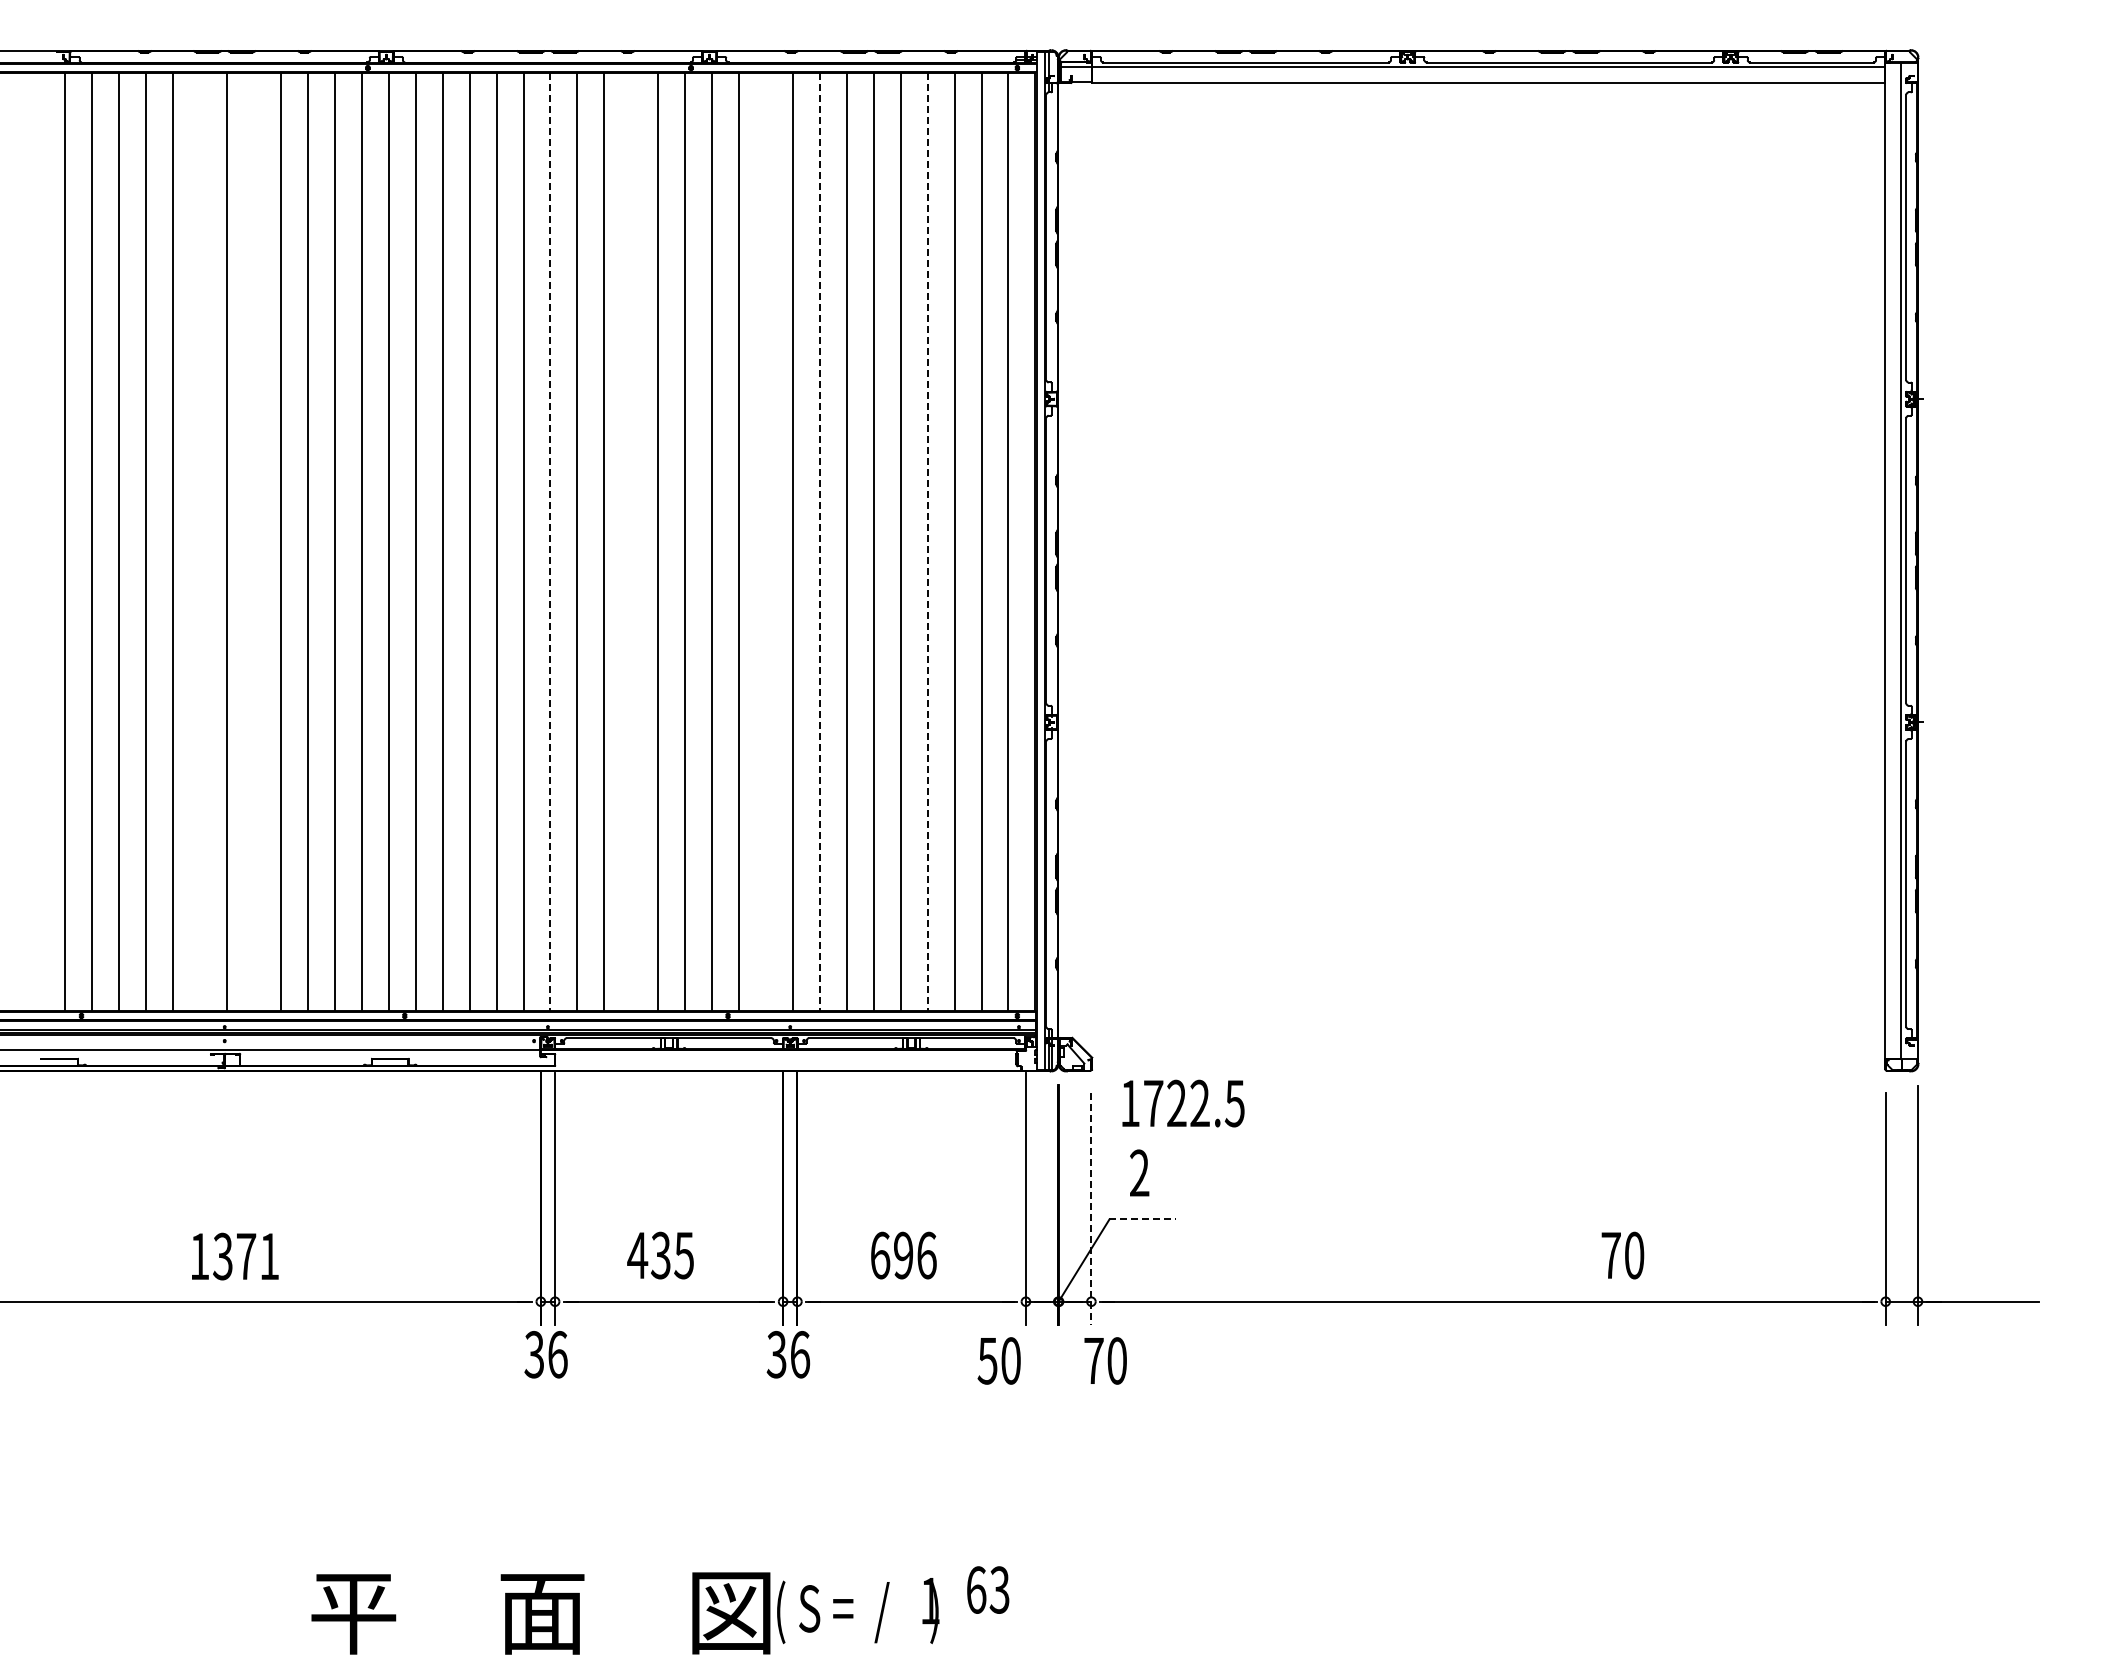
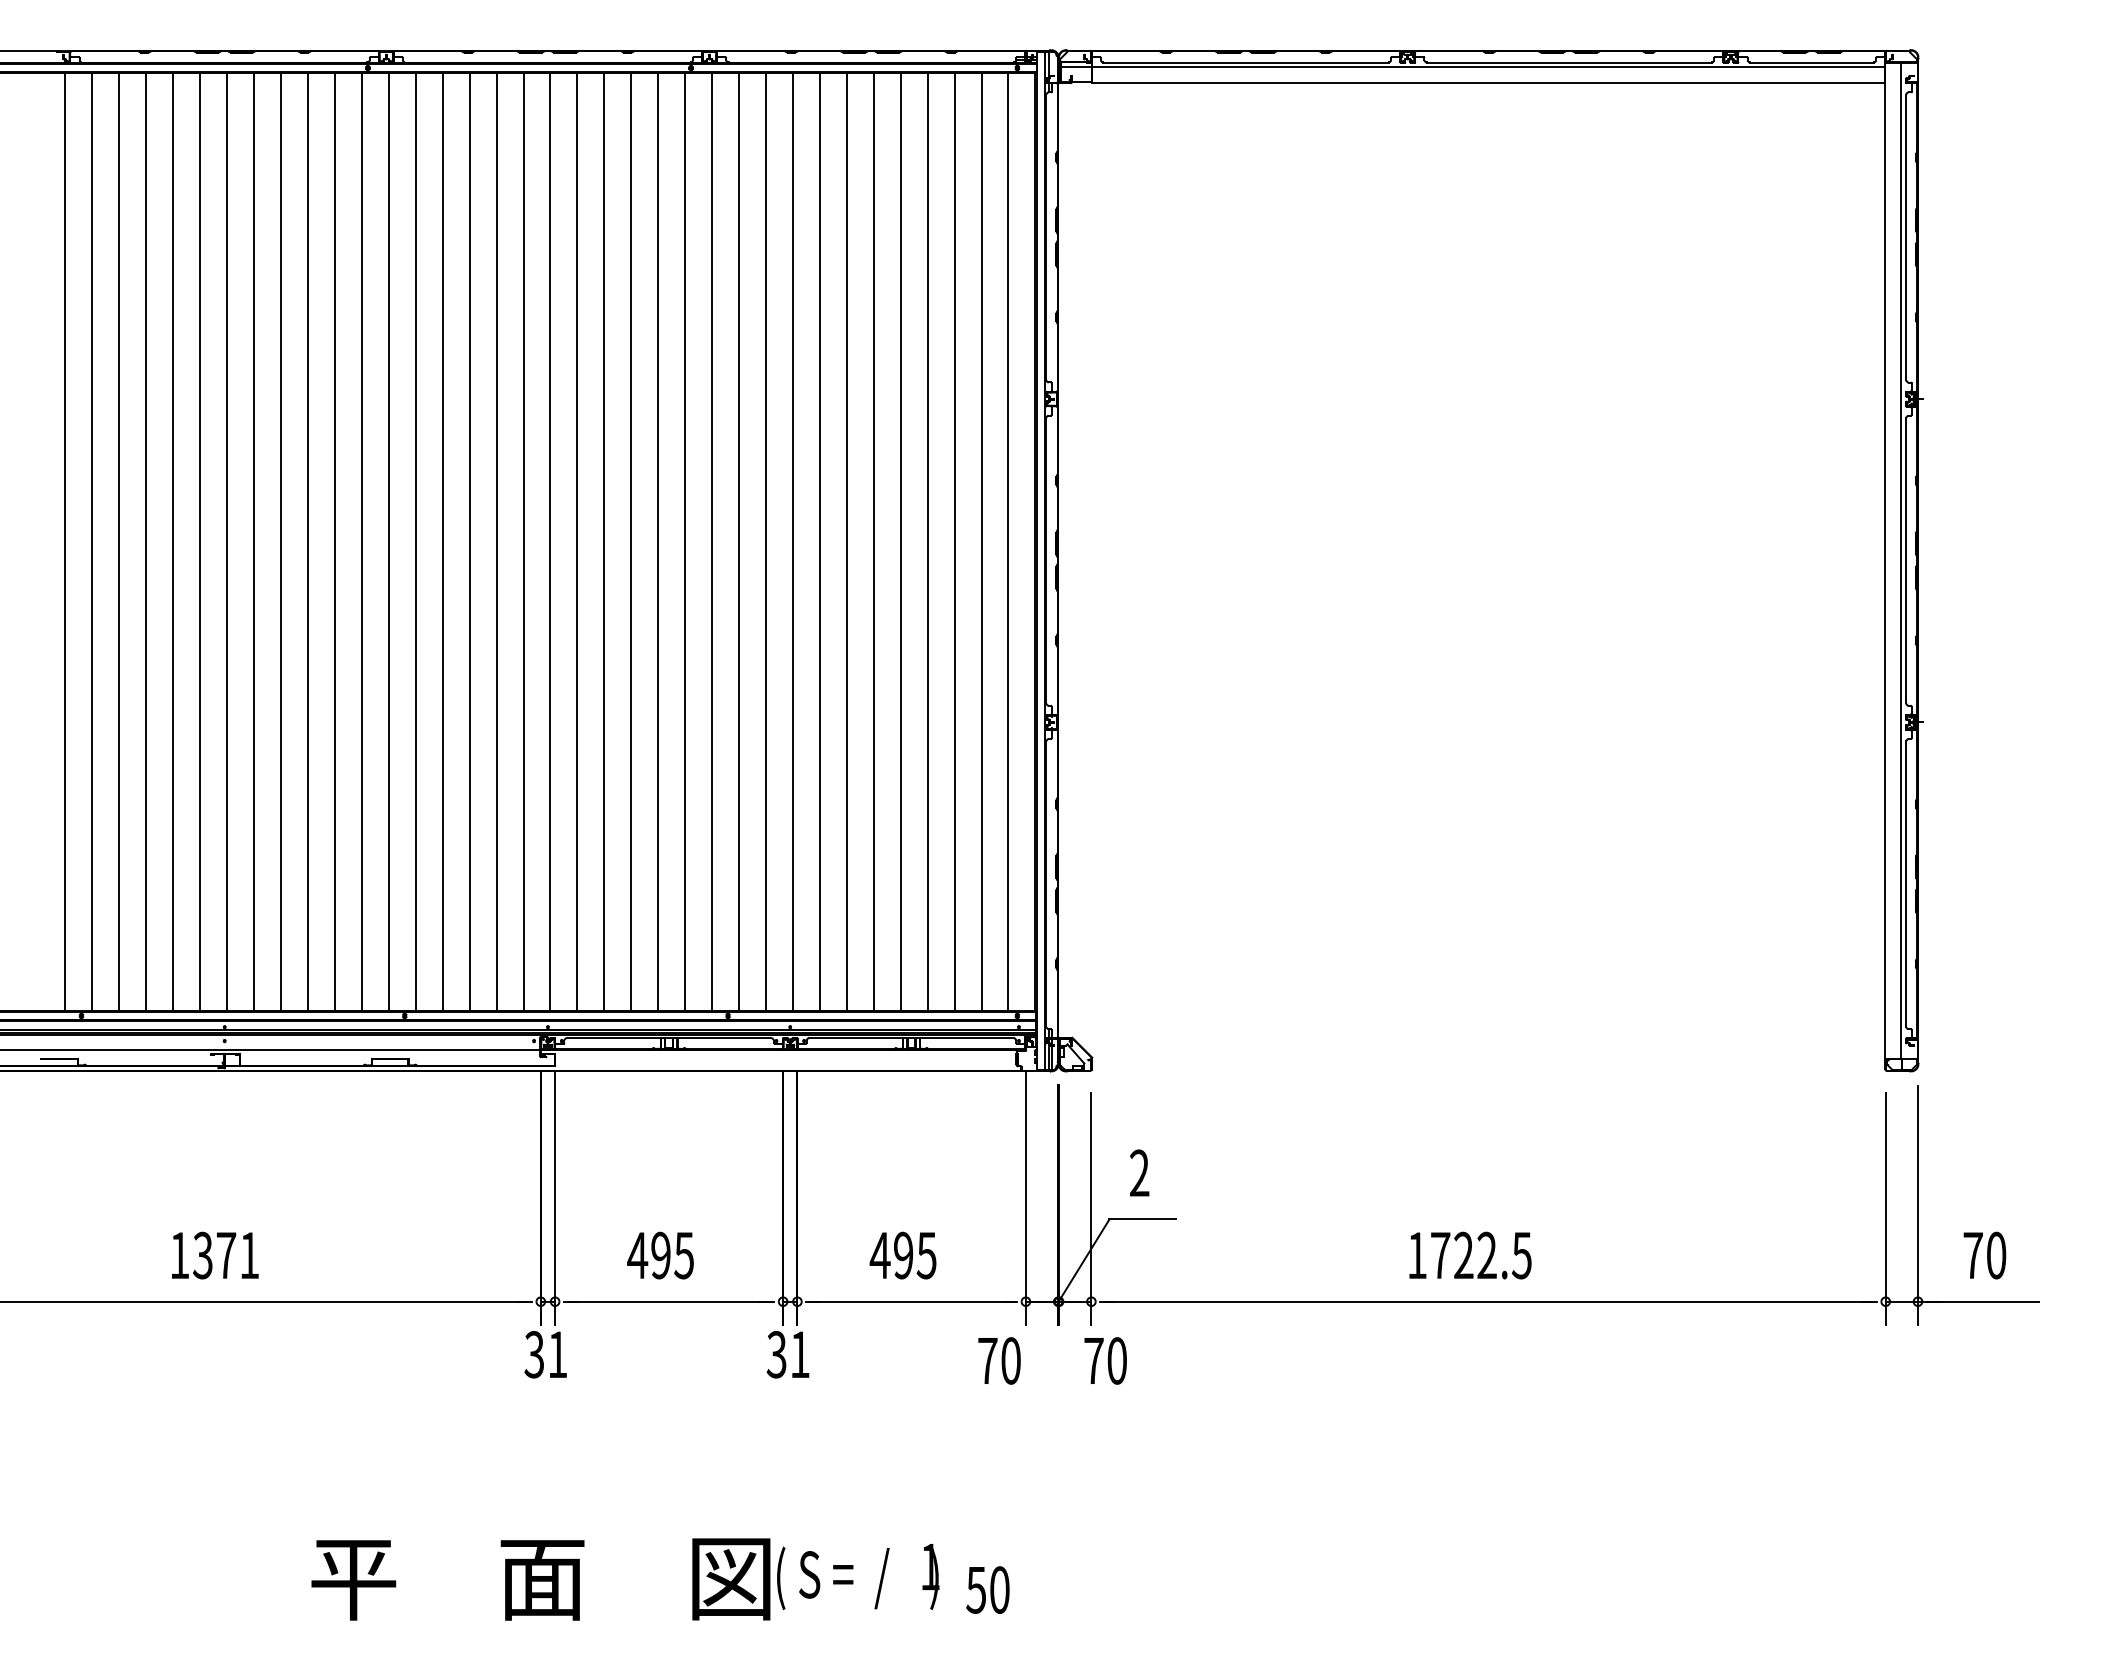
line at (200, 541): none -> present
line at (254, 541): none -> present
line at (631, 541): none -> present
line at (765, 541): none -> present
line at (550, 542): dashed -> solid
line at (819, 542): dashed -> solid
line at (927, 542): dashed -> solid
text at (1183, 1103) position: (1183, 1103) -> (1470, 1255)
line at (1091, 1209): dashed -> solid
line at (1143, 1219): dashed -> solid
text at (660, 1255): 435 -> 495
text at (902, 1255): 696 -> 495
text at (1622, 1255) position: (1622, 1255) -> (1984, 1255)
text at (235, 1256) position: (235, 1256) -> (215, 1255)
text at (557, 1354): 36 -> 31
text at (800, 1354): 36 -> 31
text at (987, 1361): 50 -> 70
text at (987, 1589): 63 -> 50
text at (625, 1613) position: (625, 1613) -> (625, 1579)
